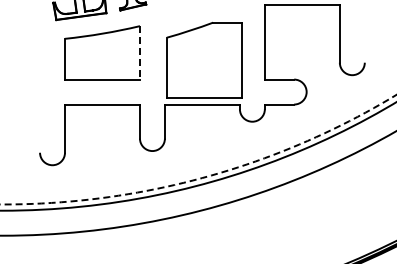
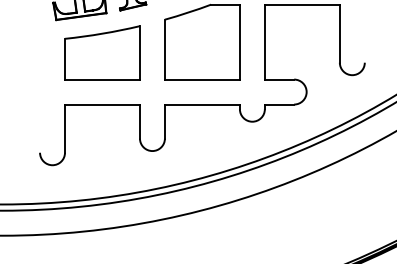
line at (139, 52): dashed -> solid
part at (204, 60) position: (204, 60) -> (202, 42)
circle at (198, 149): dashed -> solid
